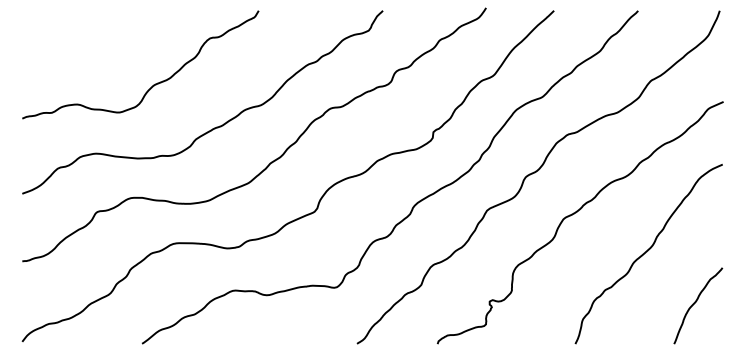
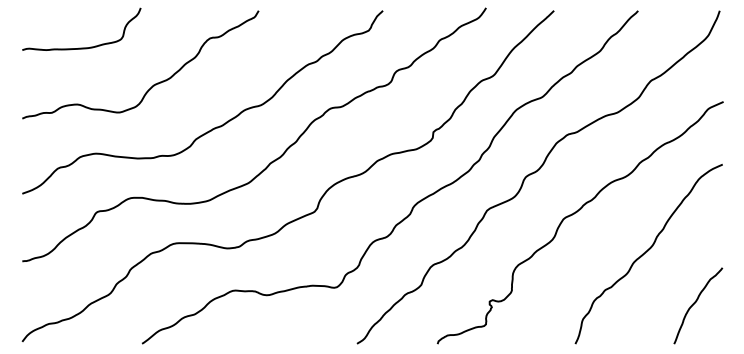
curve at (81, 47): none -> present
